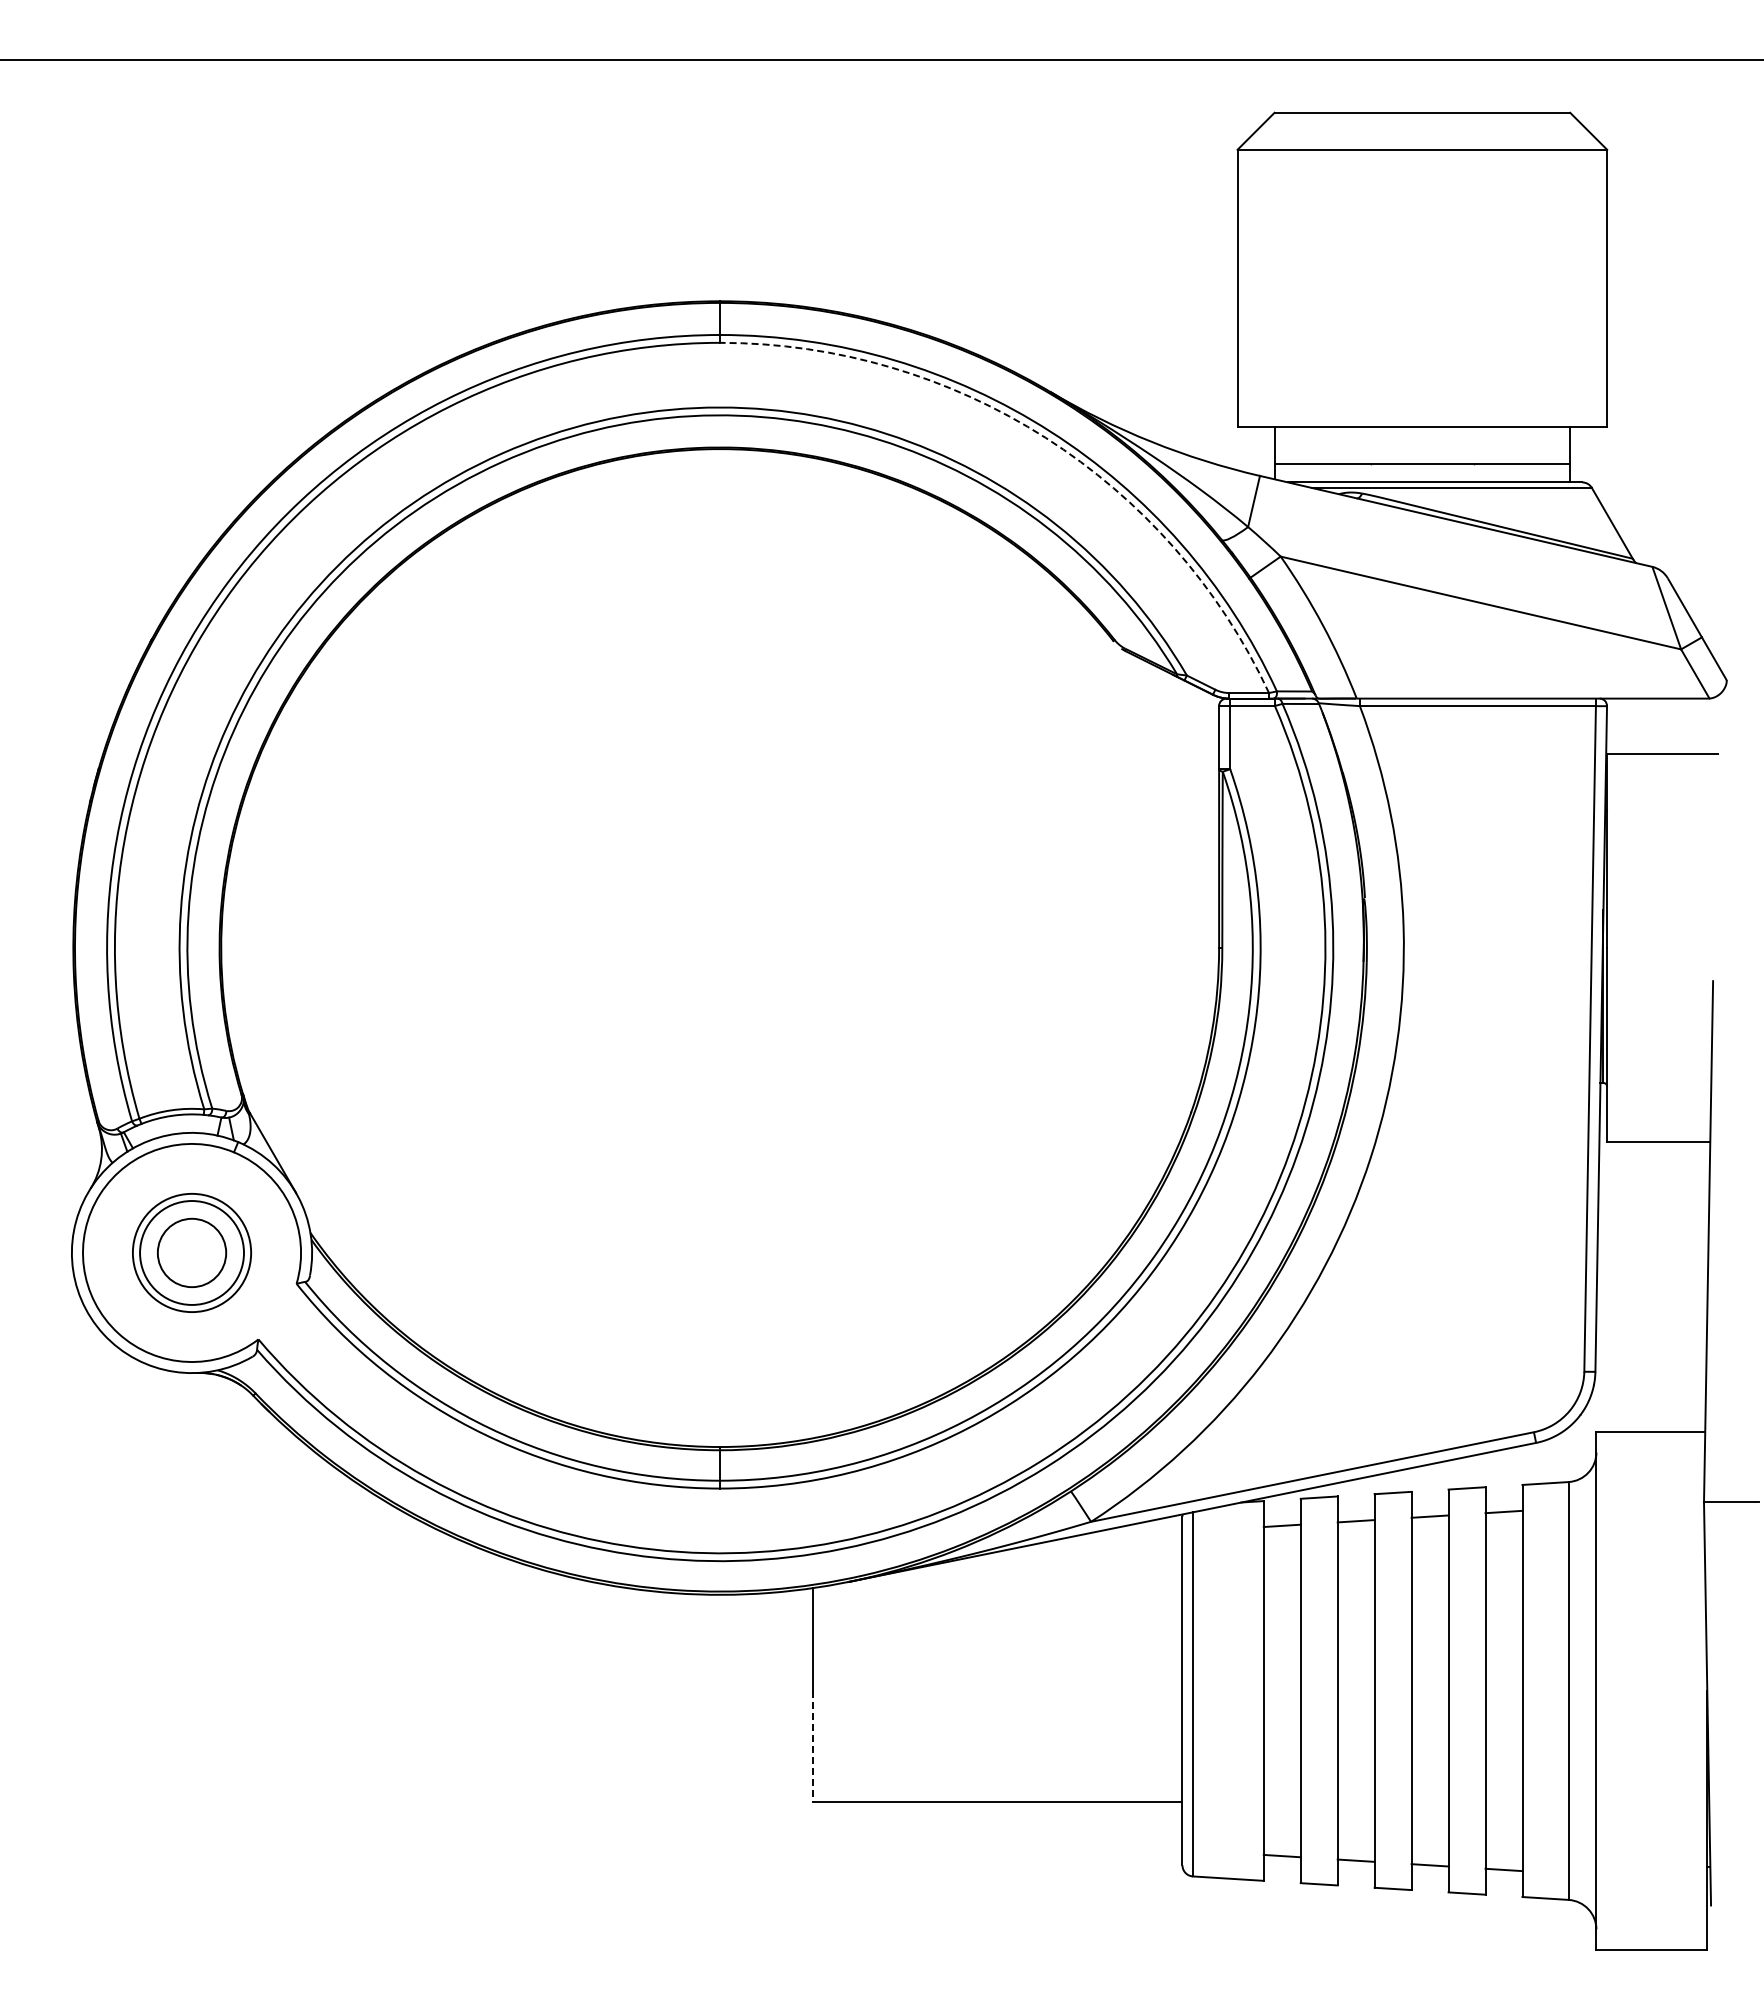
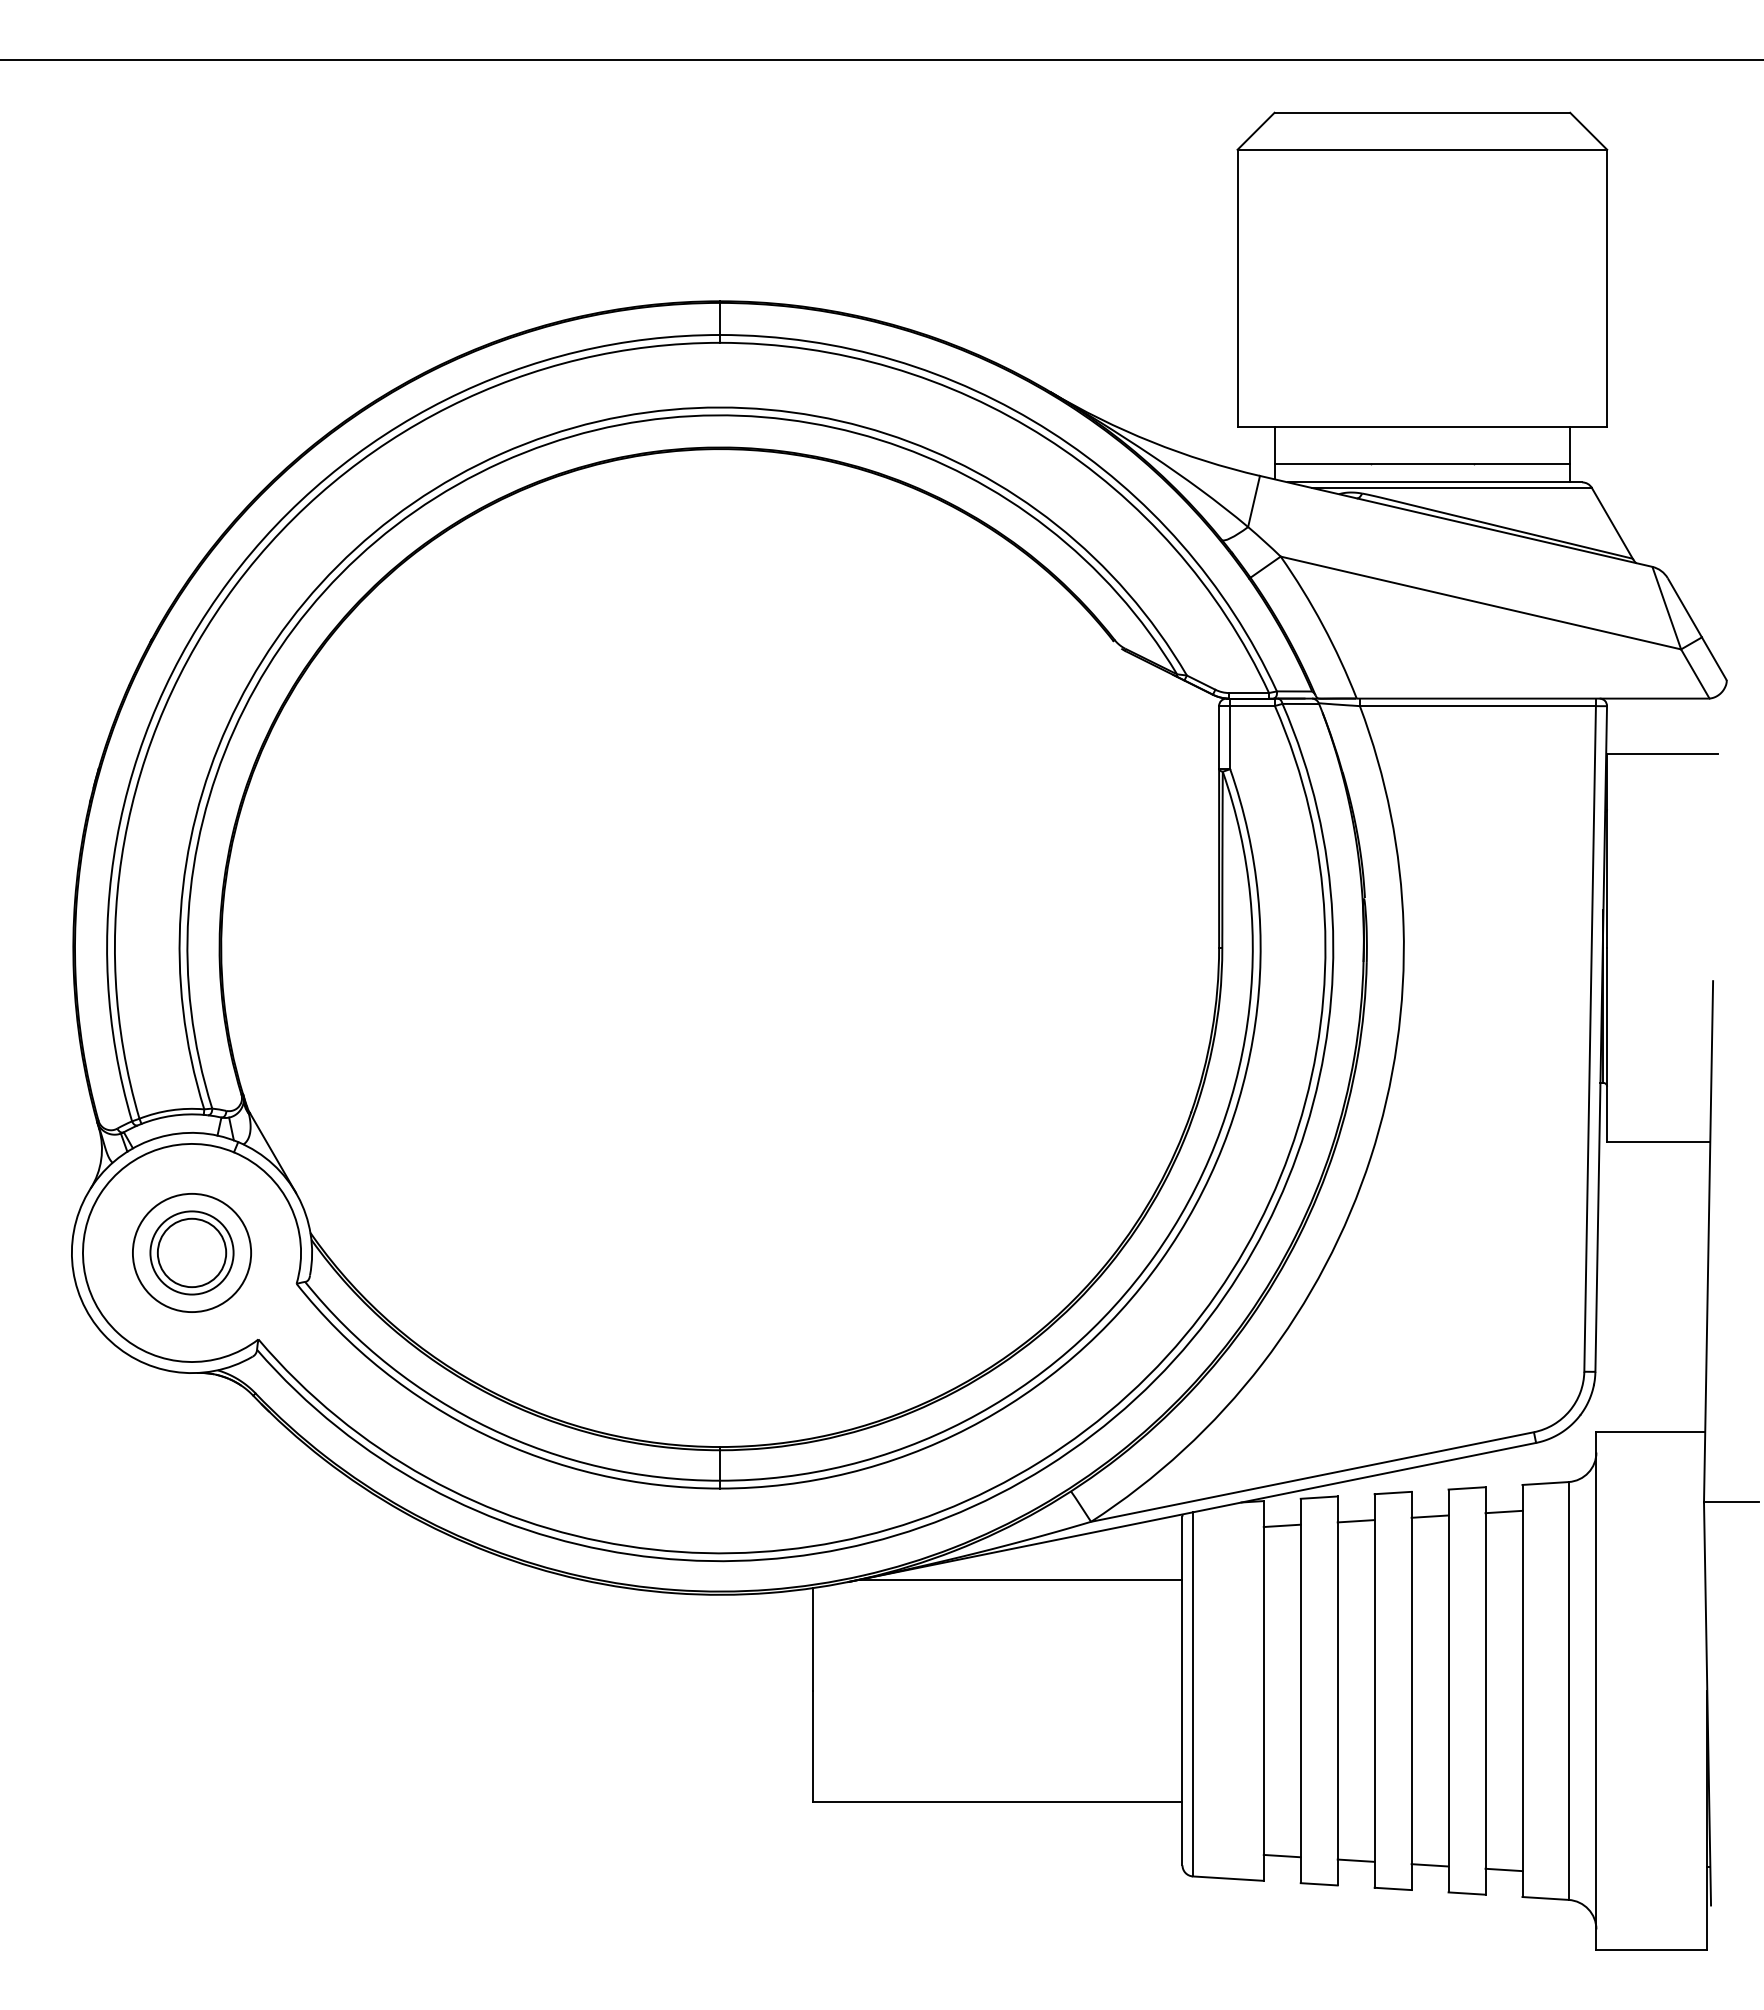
arc at (1045, 437): dashed -> solid
circle at (191, 1252) diameter: 104 px -> 83 px
line at (1019, 1580): none -> present
line at (812, 1746): dashed -> solid
